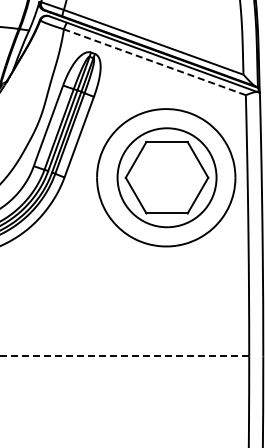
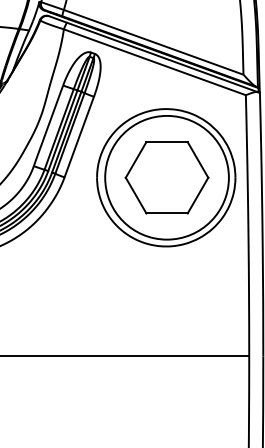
line at (154, 62): dashed -> solid
circle at (166, 177) diameter: 99 px -> 124 px
line at (124, 356): dashed -> solid
